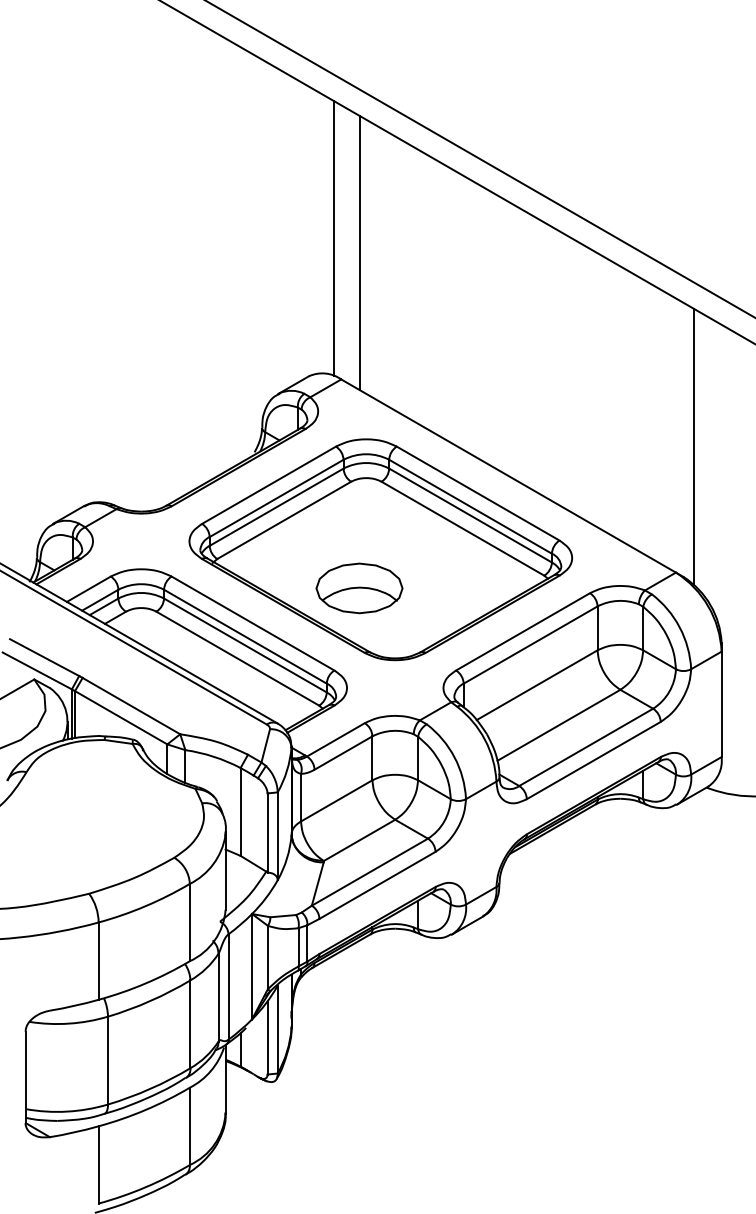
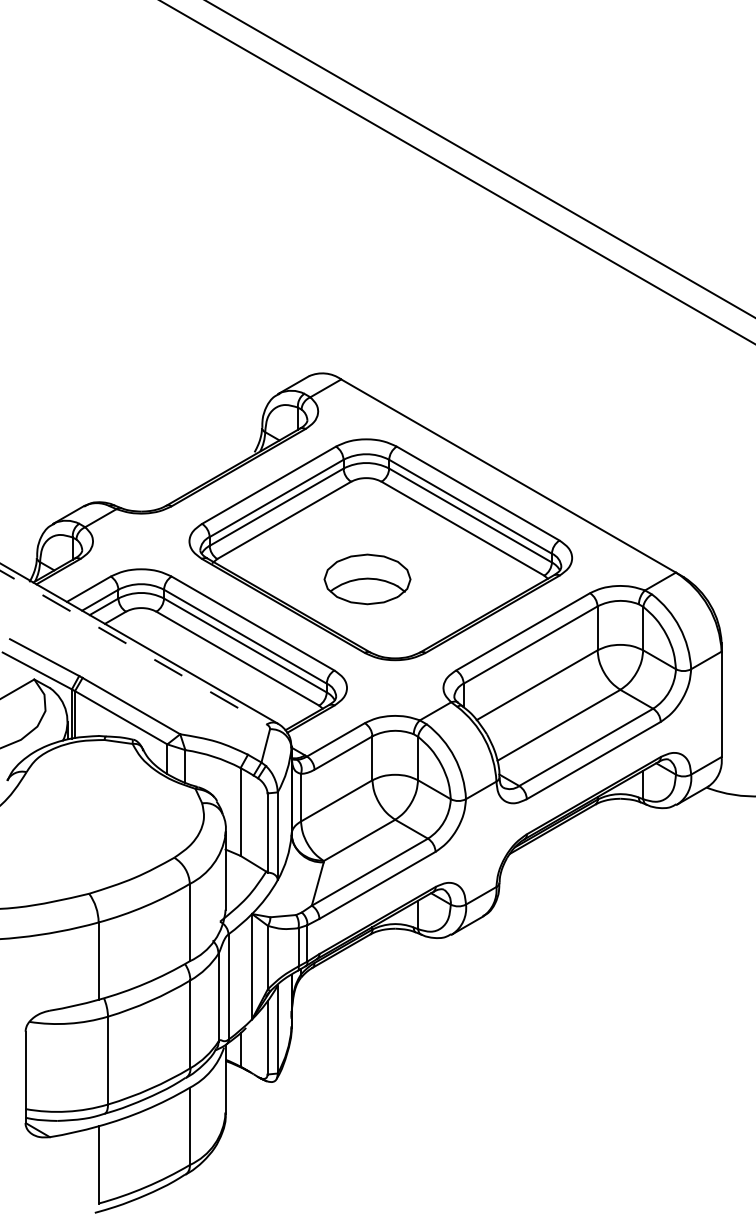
line at (334, 238): present -> none
line at (359, 252): present -> none
line at (694, 446): present -> none
part at (359, 588) position: (359, 588) -> (367, 579)
line at (133, 647): solid -> dashed
